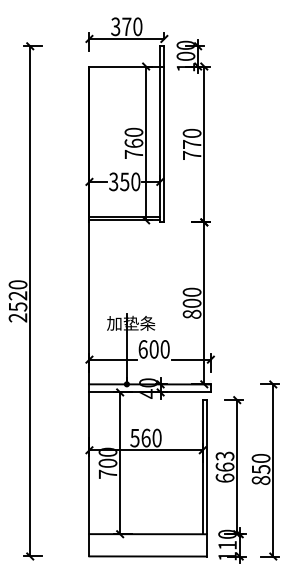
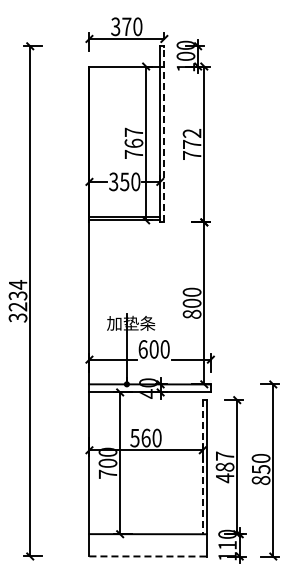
text at (133, 131): 760 -> 767
text at (191, 132): 770 -> 772
line at (164, 134): solid -> dashed
text at (17, 301): 2520 -> 3234
line at (202, 467): solid -> dashed
text at (224, 467): 663 -> 487
line at (148, 556): solid -> dashed
